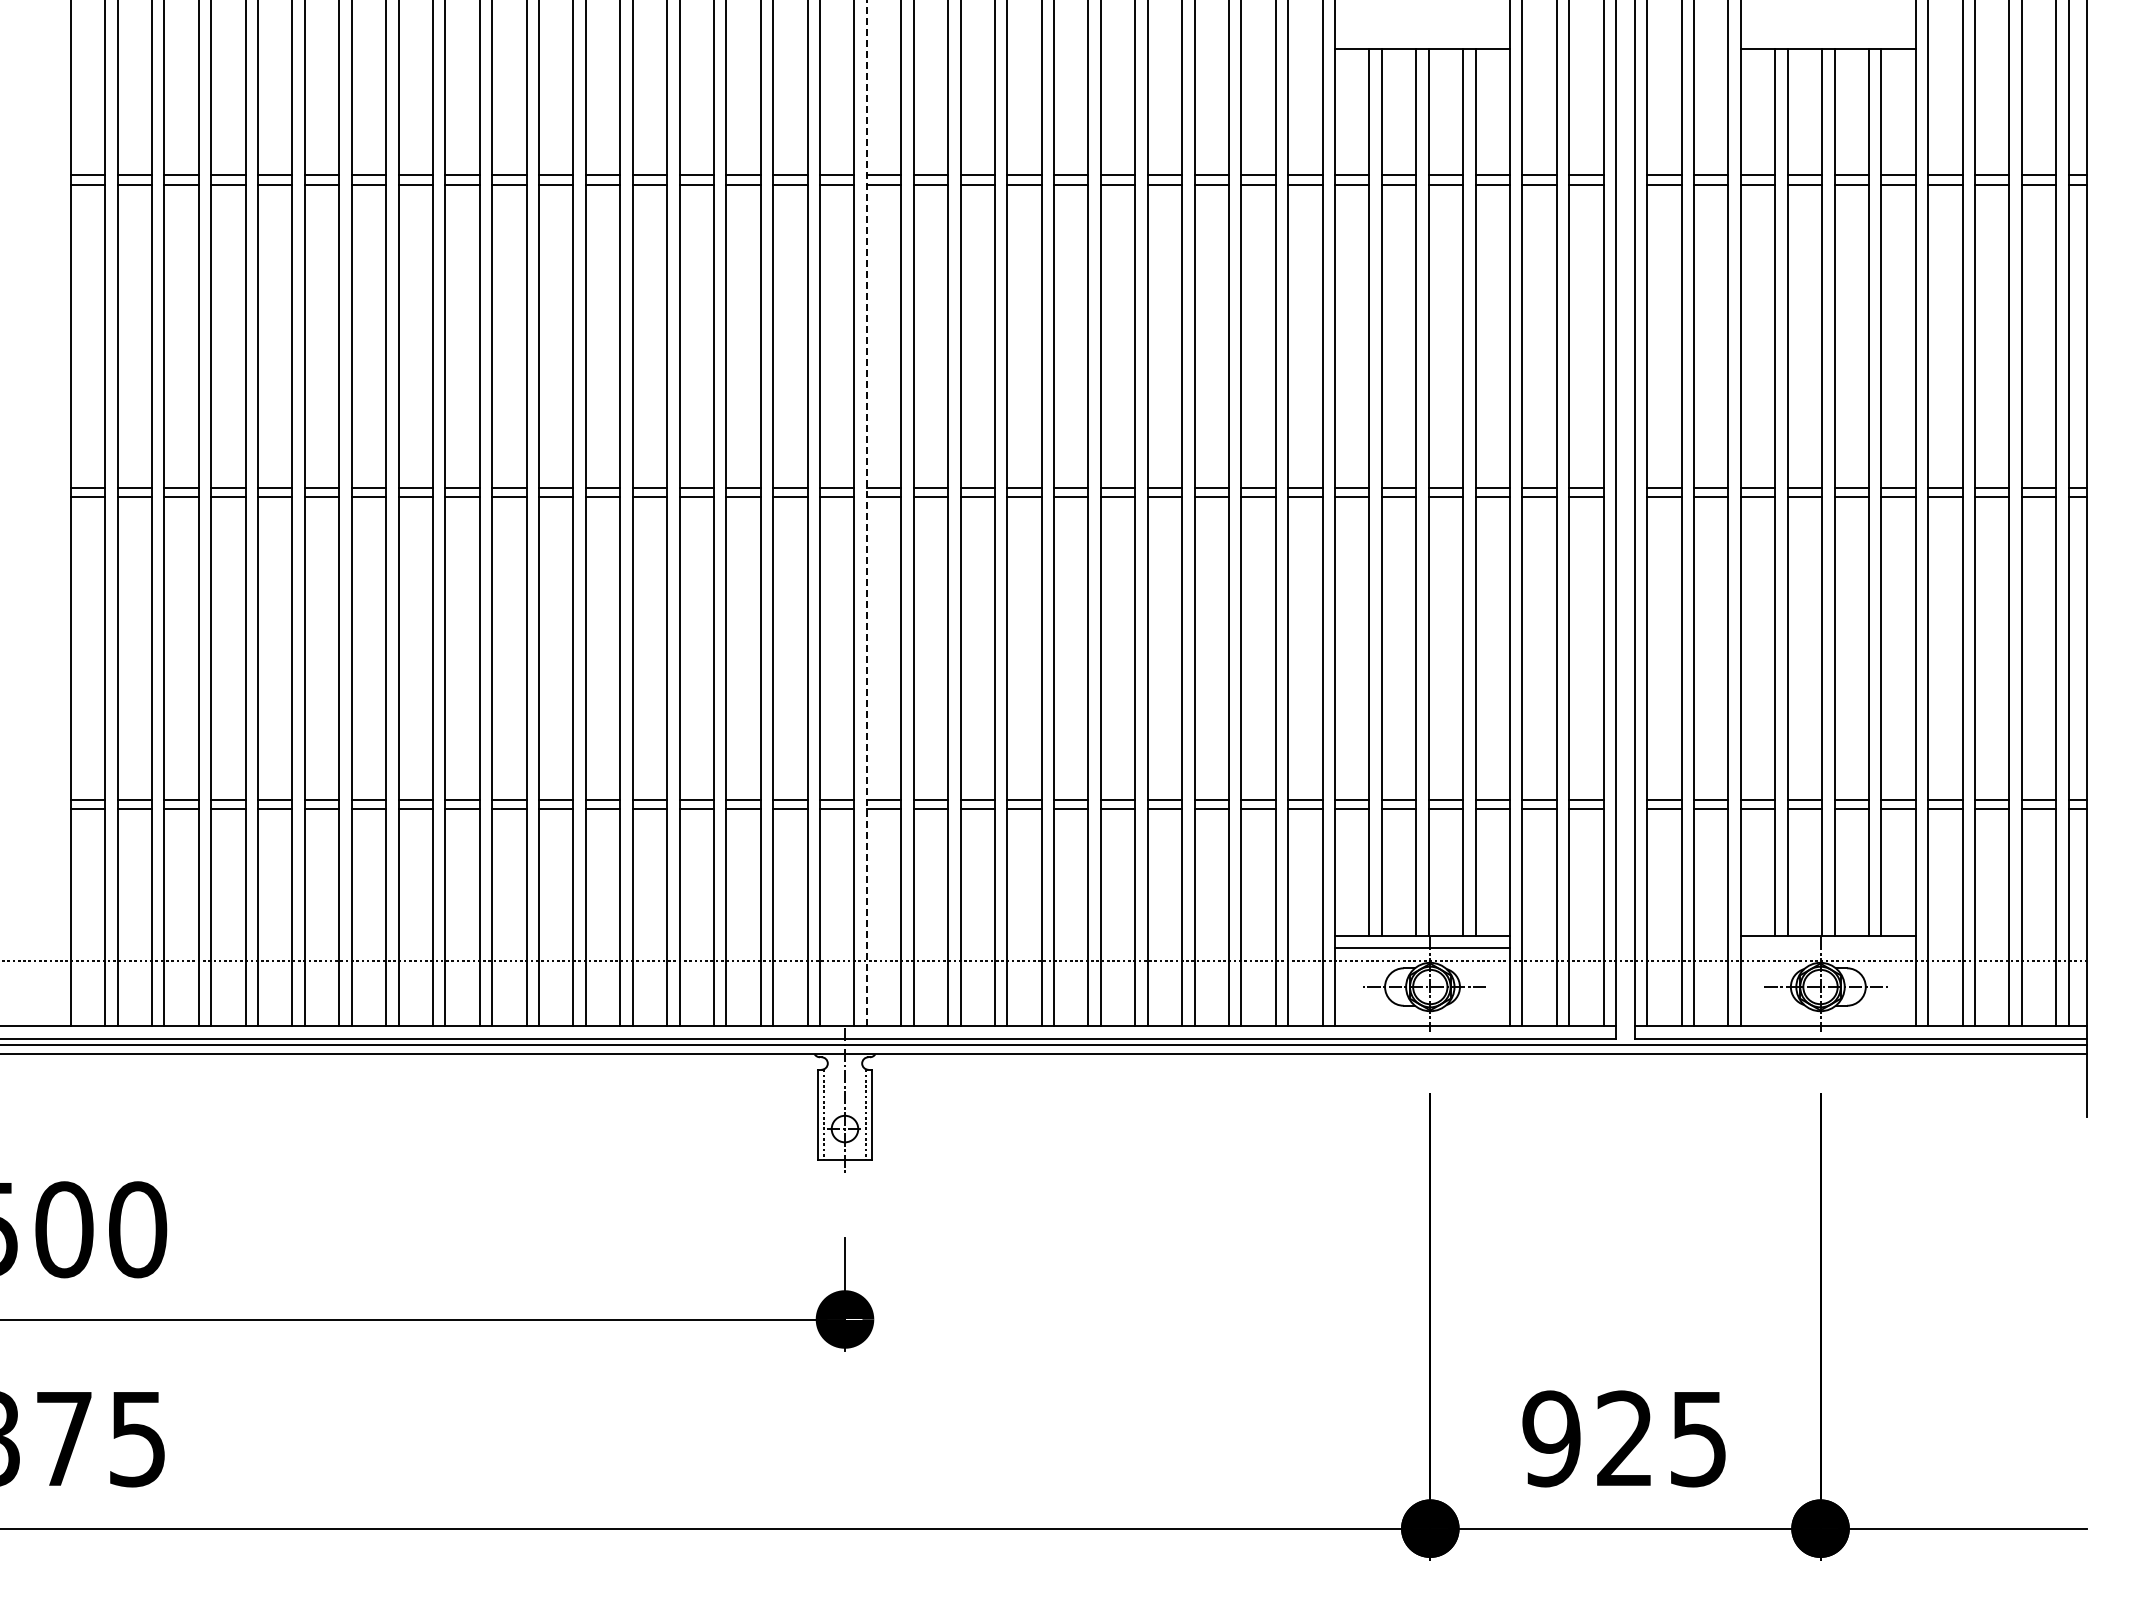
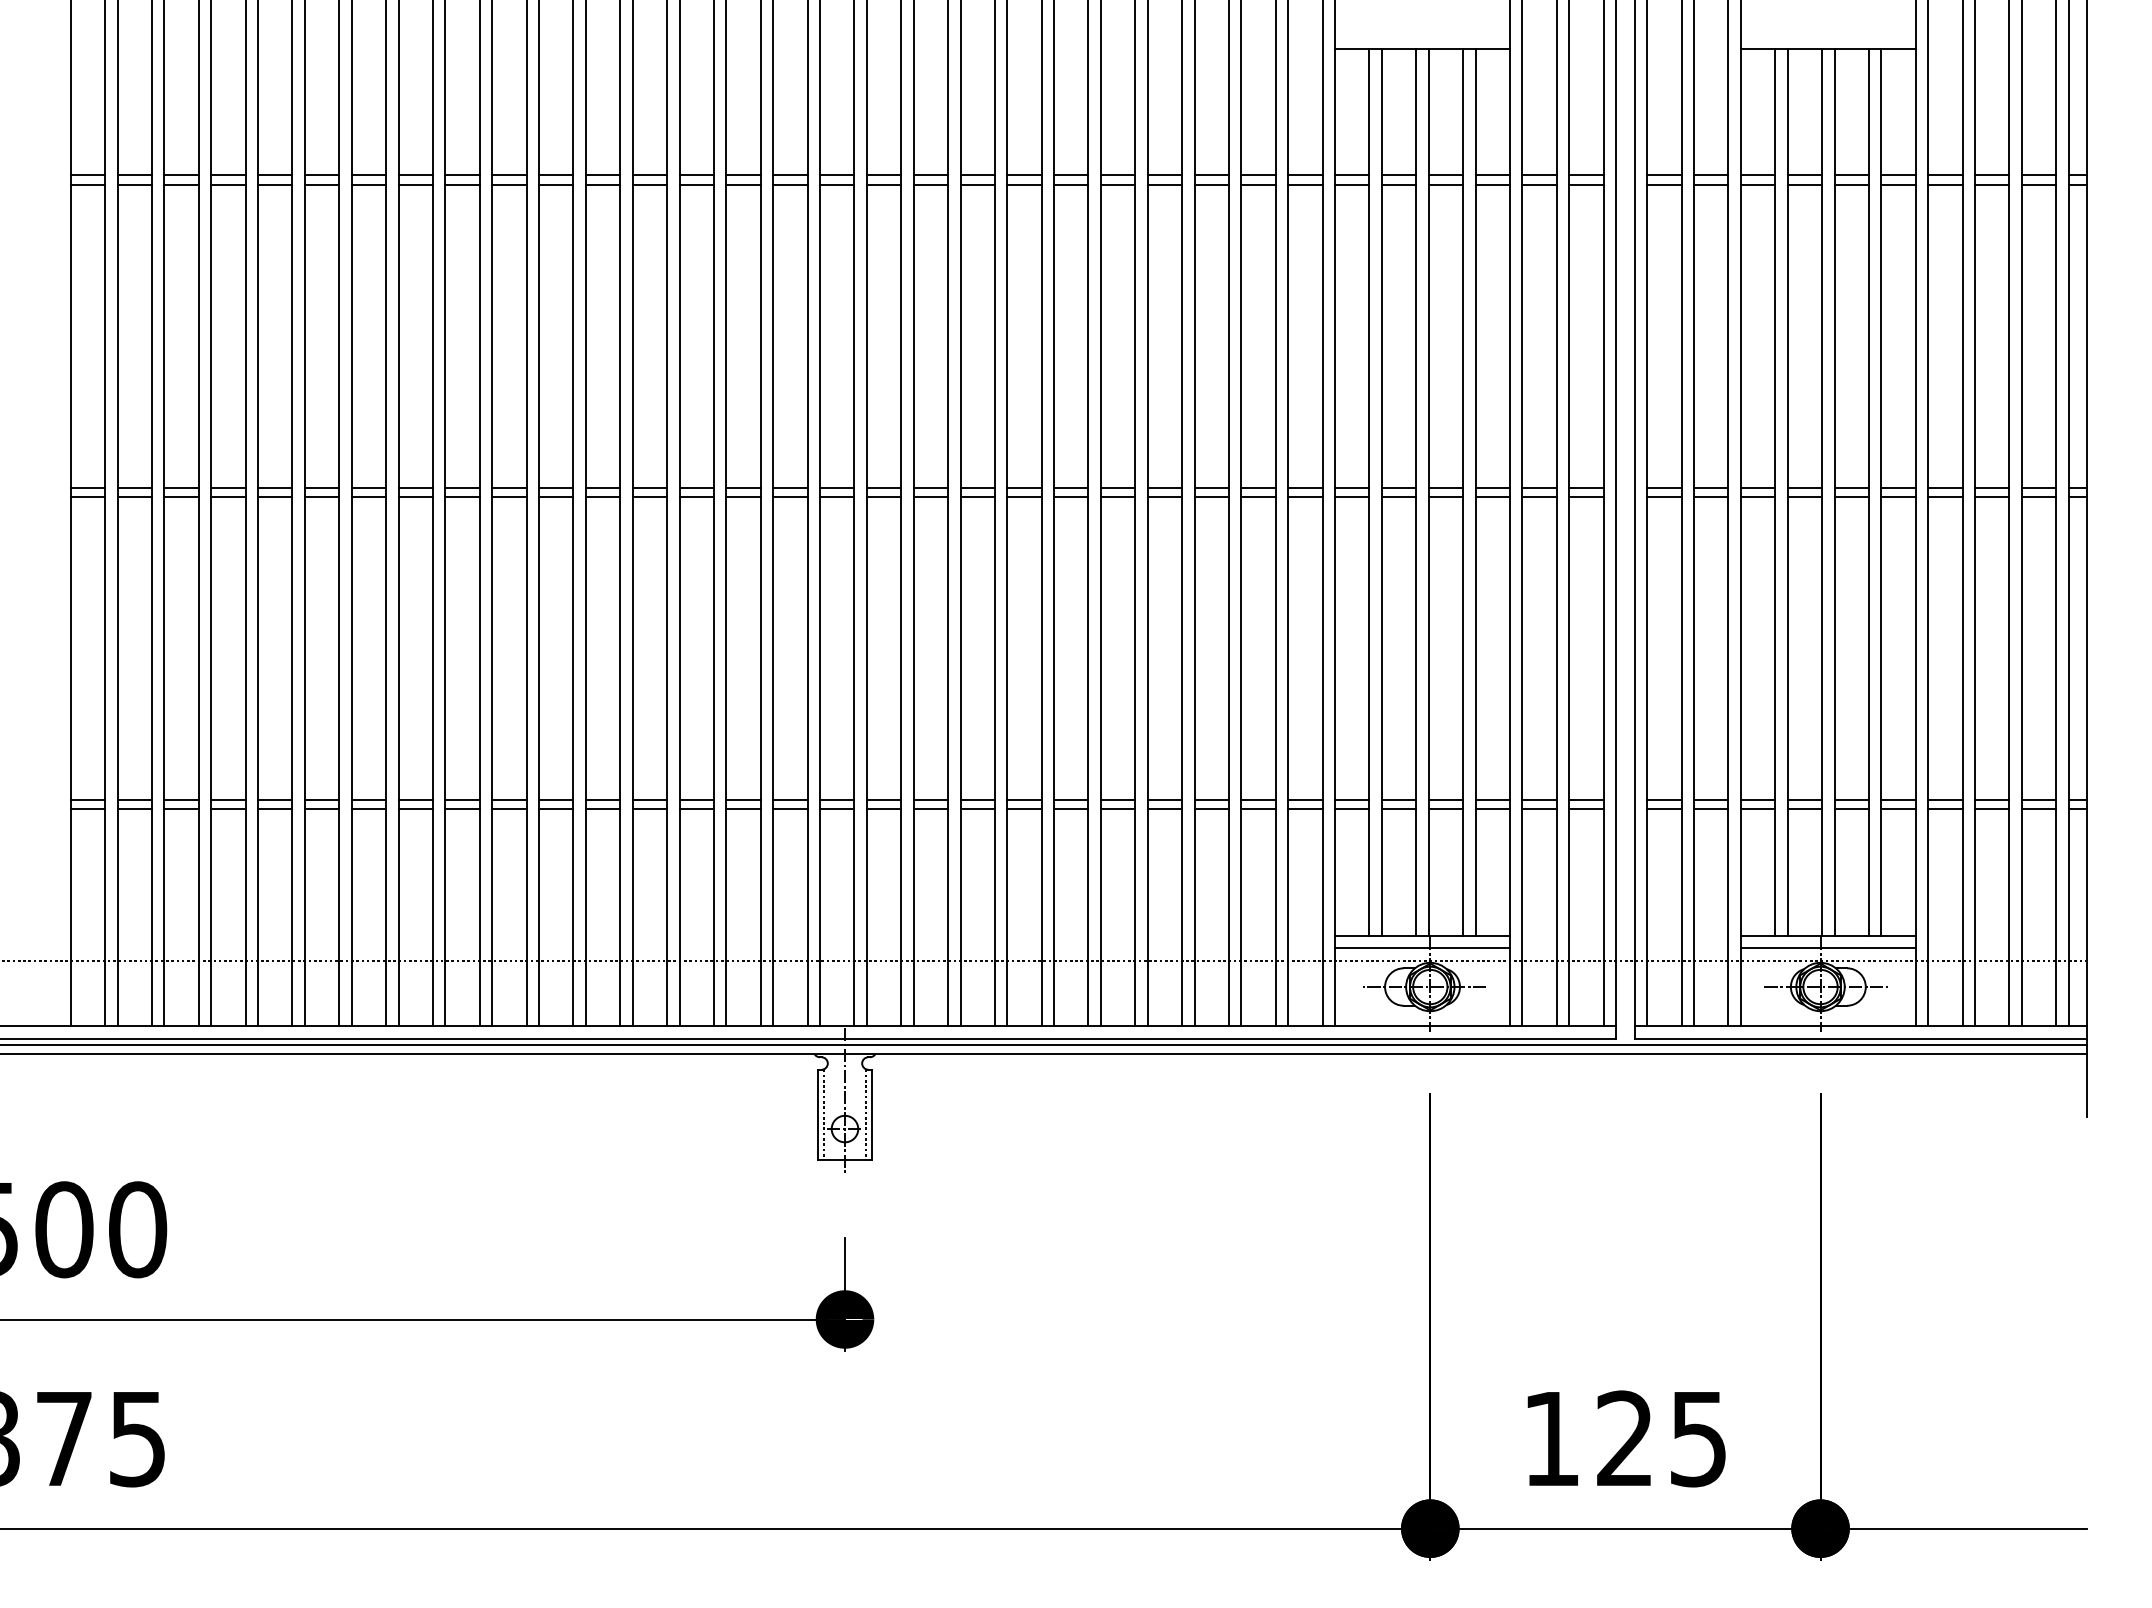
line at (866, 513): dashed -> solid
line at (1827, 948): none -> present
text at (1551, 1438): 925 -> 125
